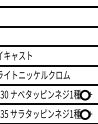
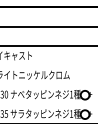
line at (48, 65): present -> none
line at (48, 84): present -> none
line at (48, 104): present -> none
